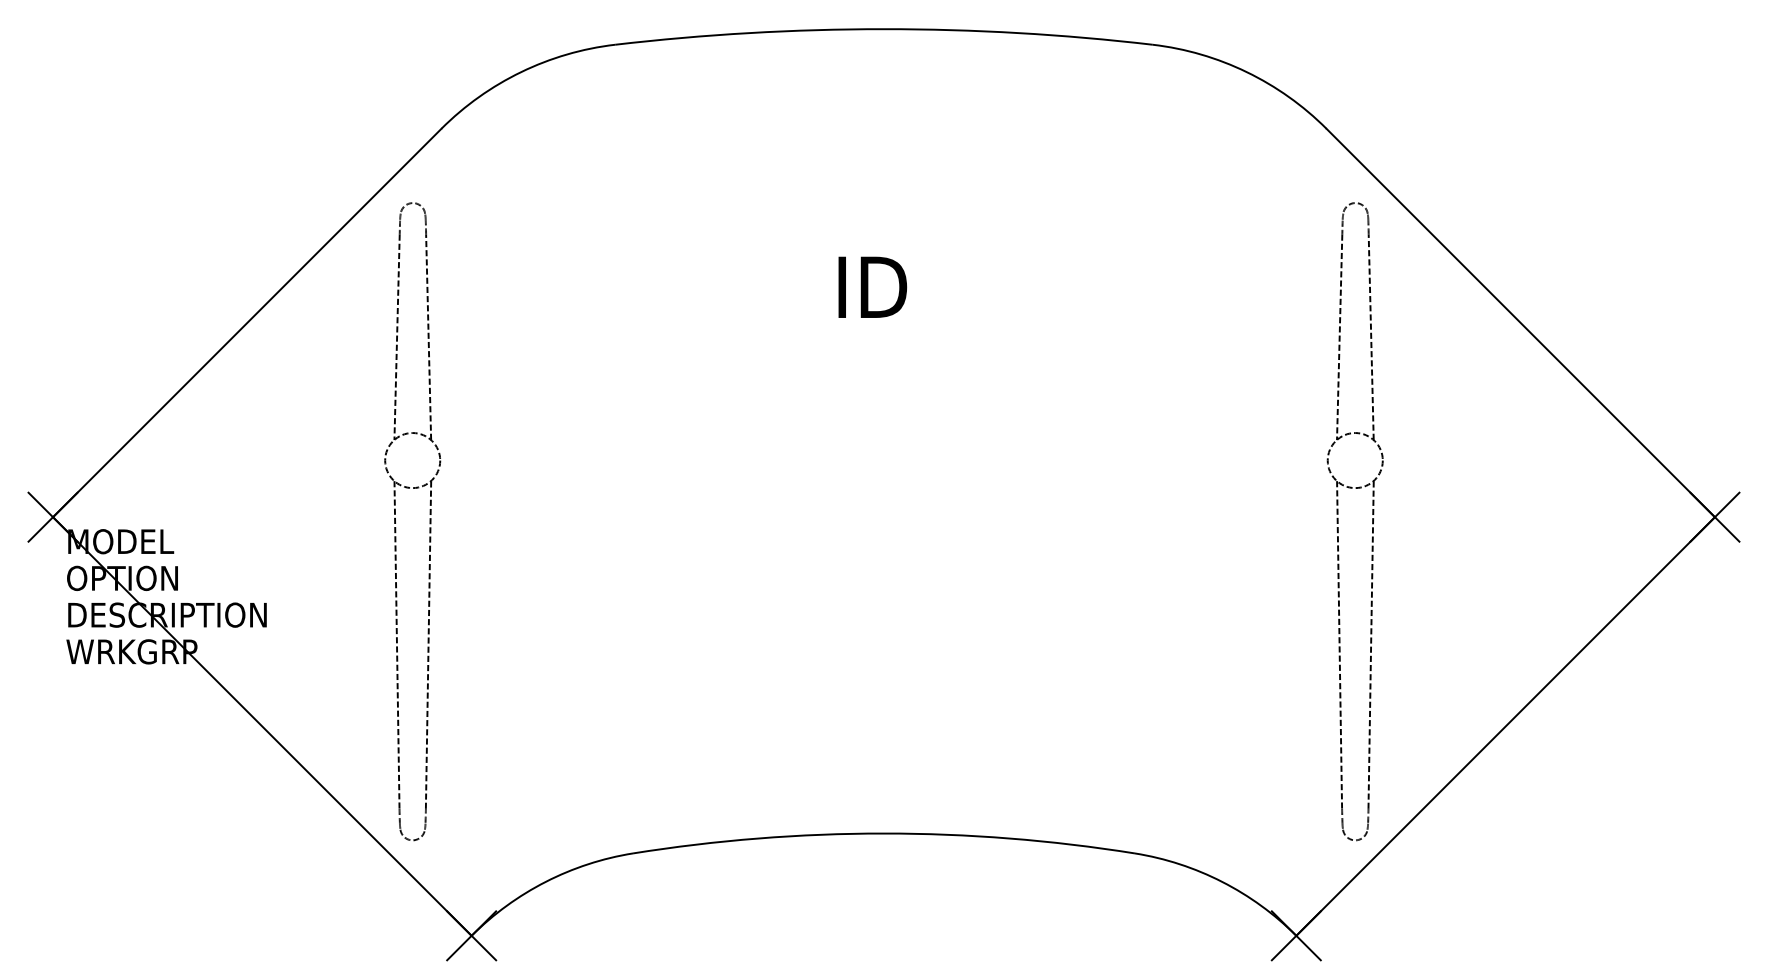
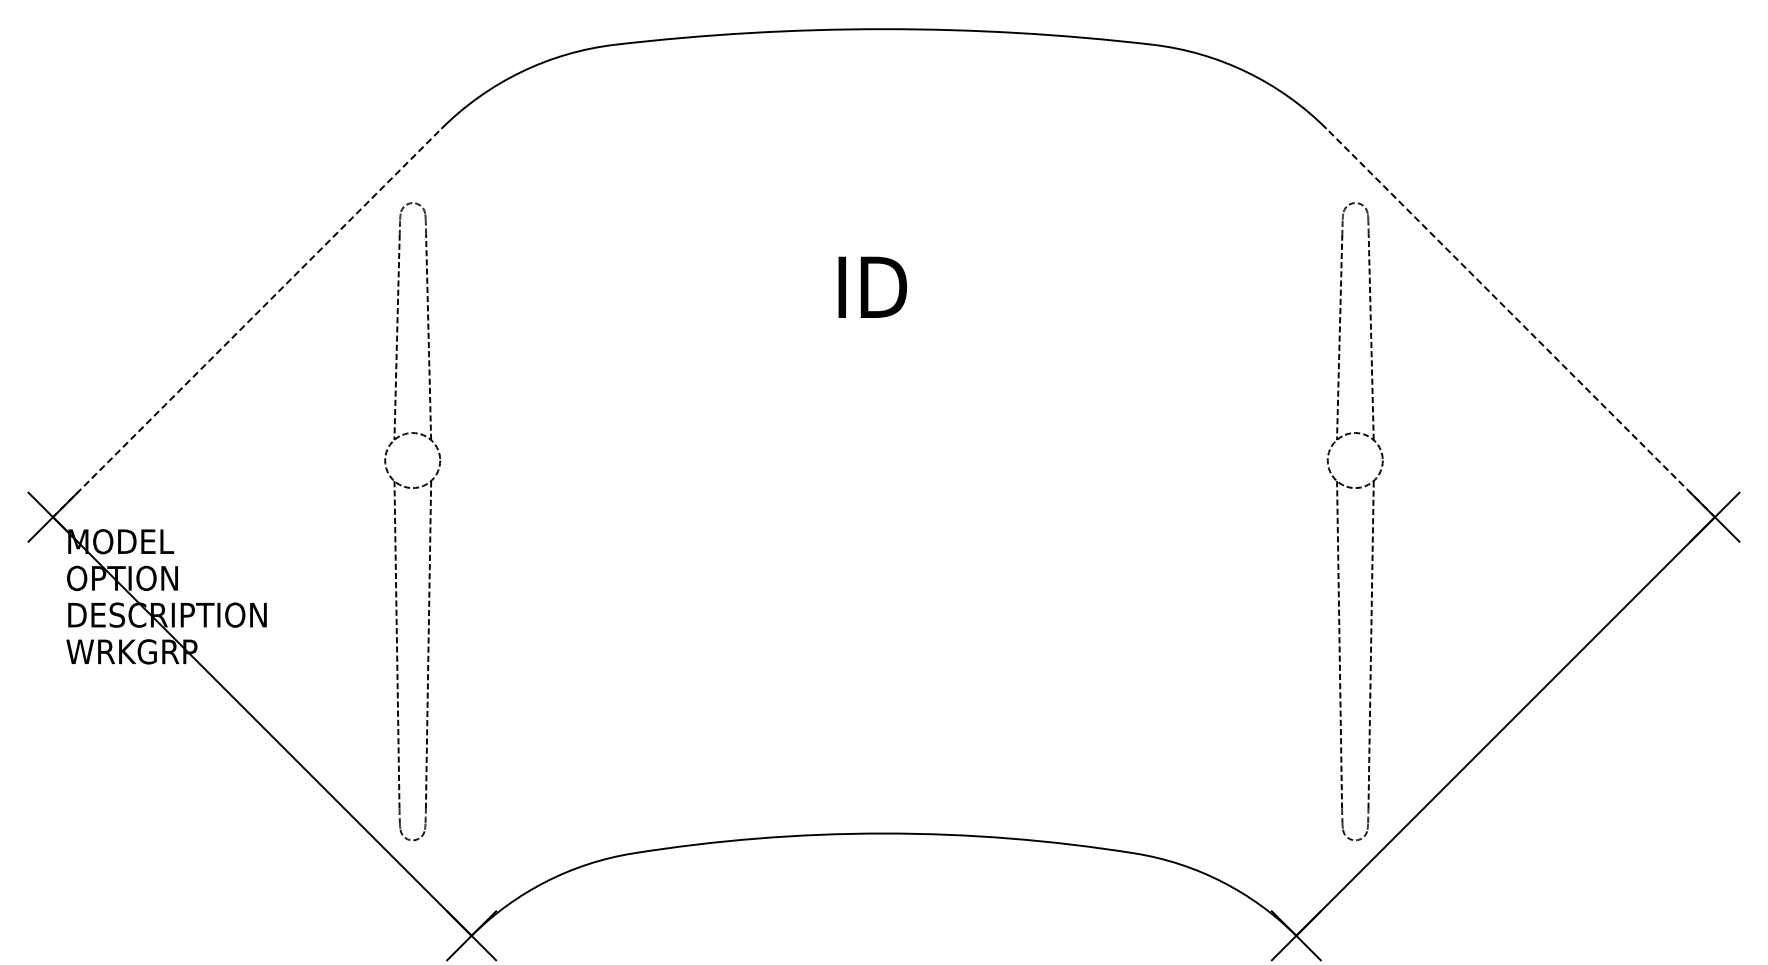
line at (247, 323): solid -> dashed
line at (1520, 323): solid -> dashed
